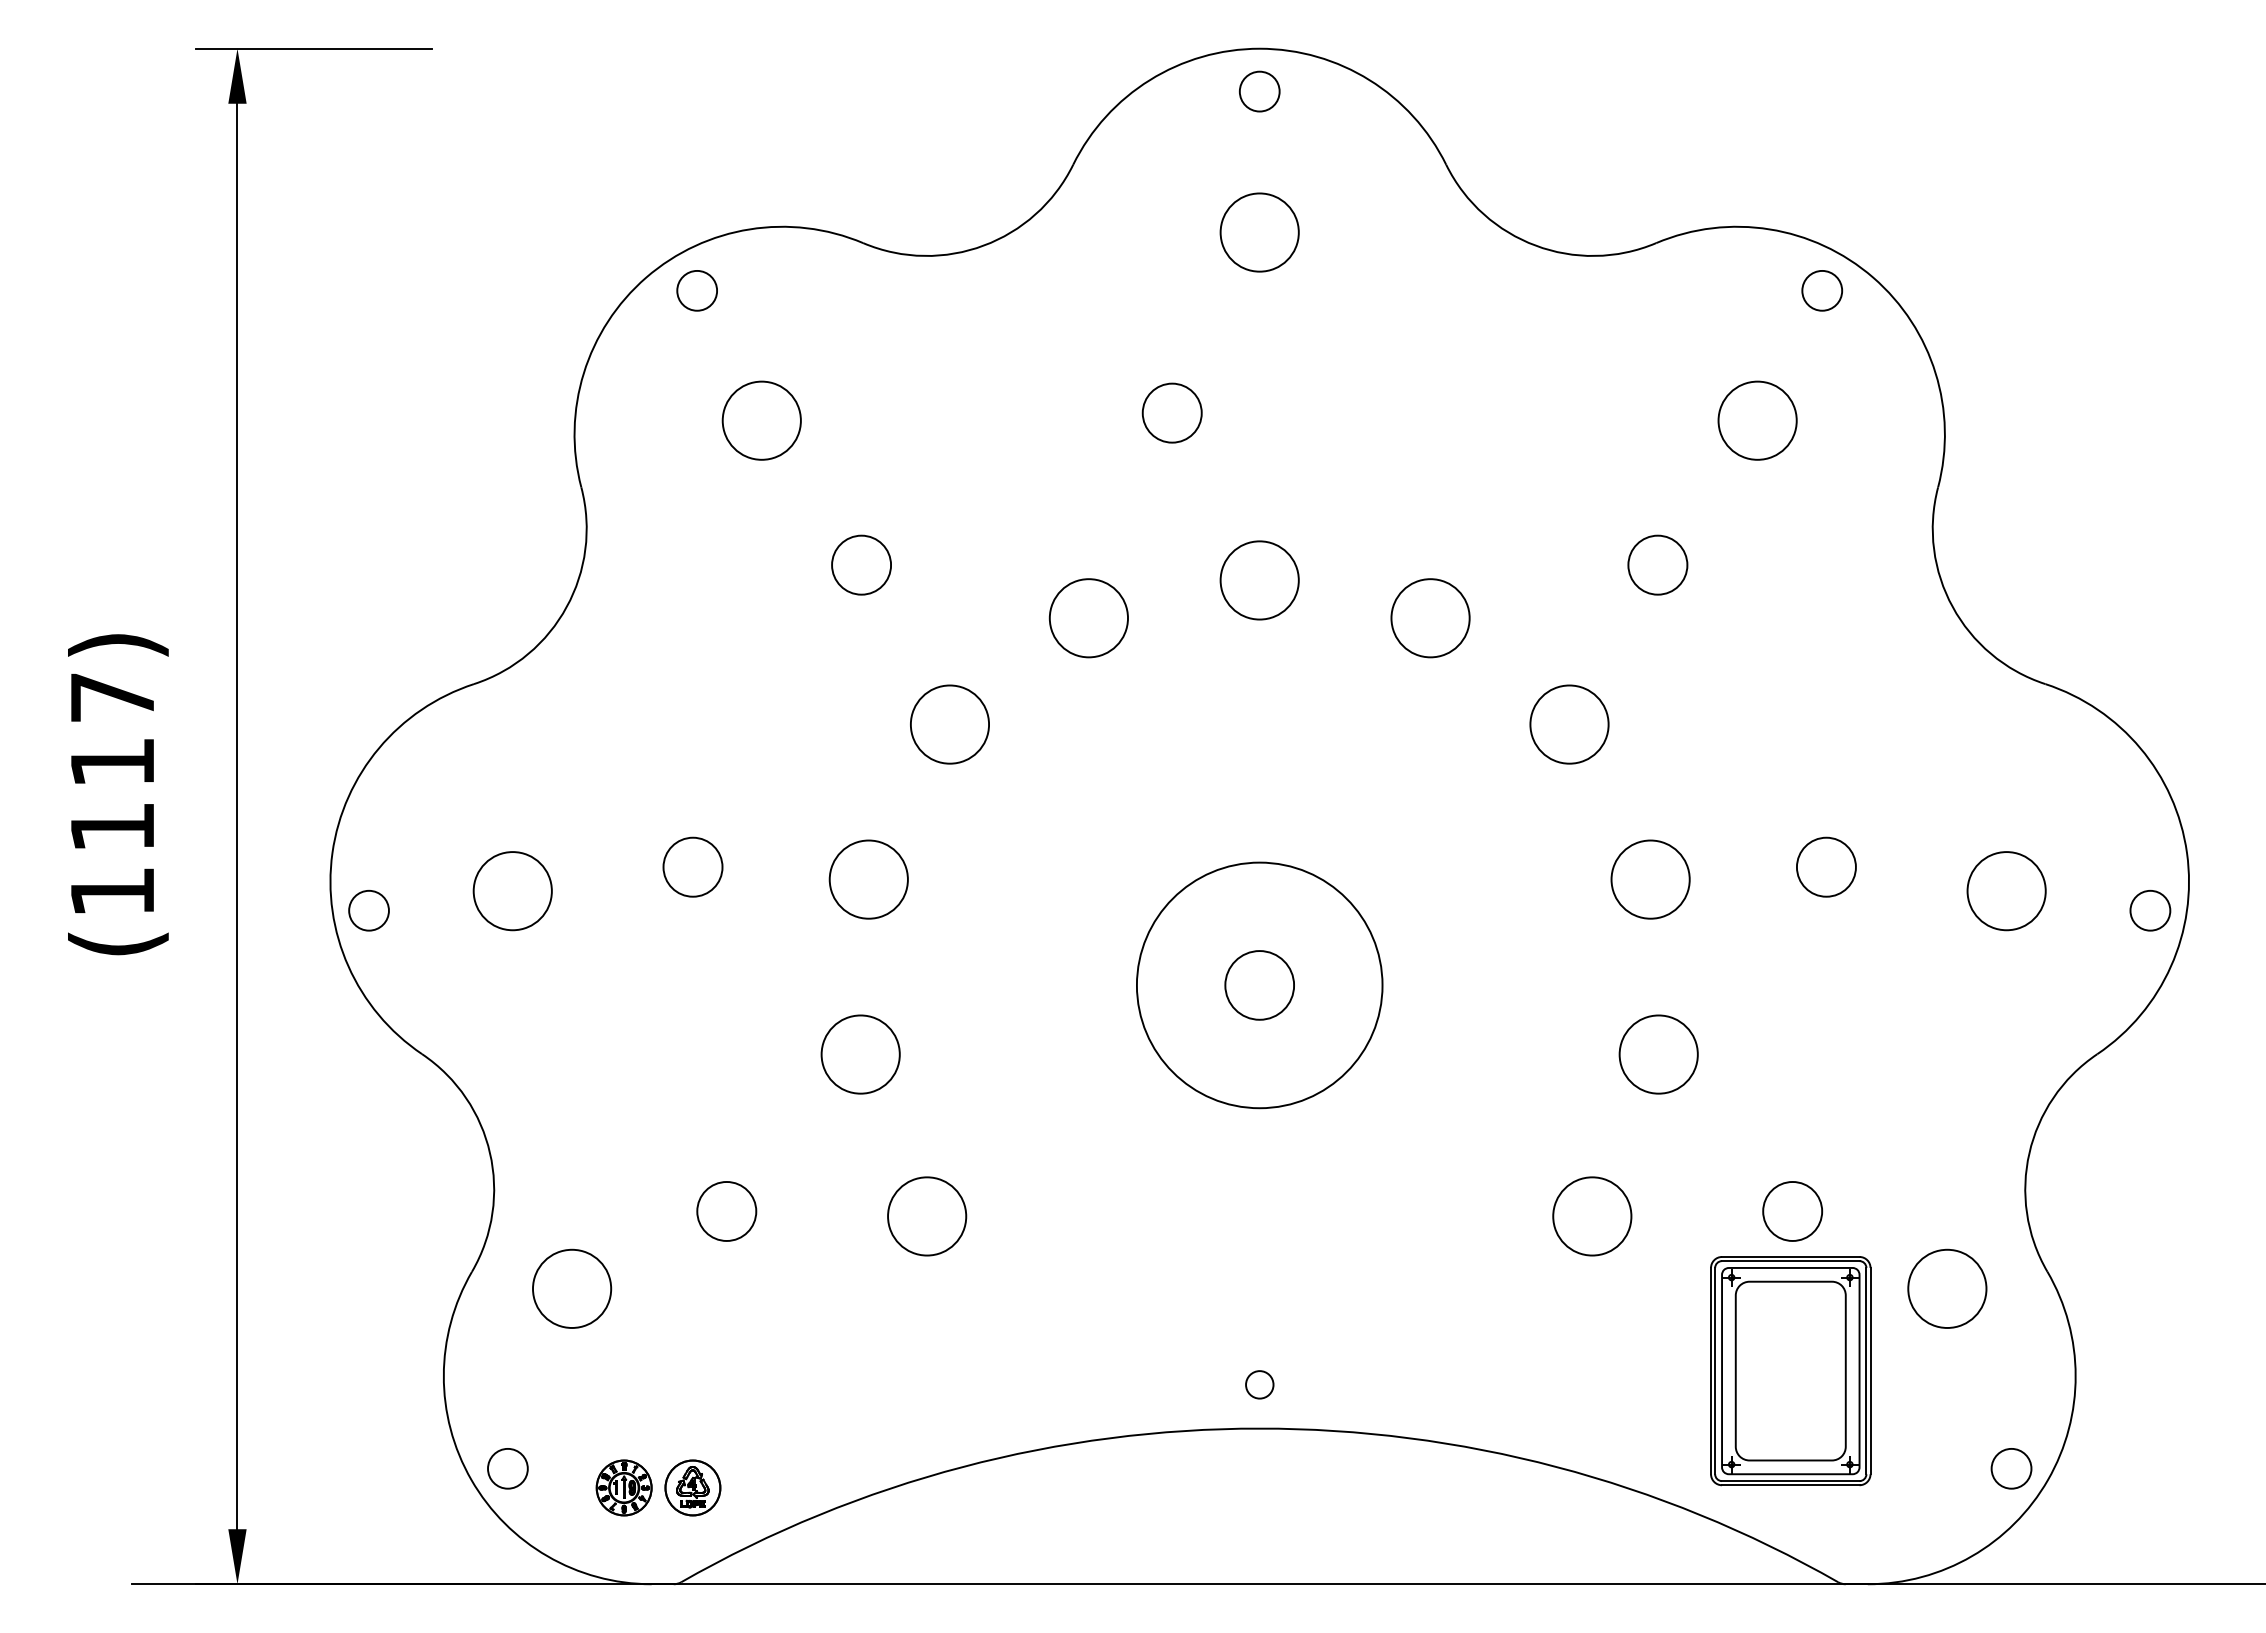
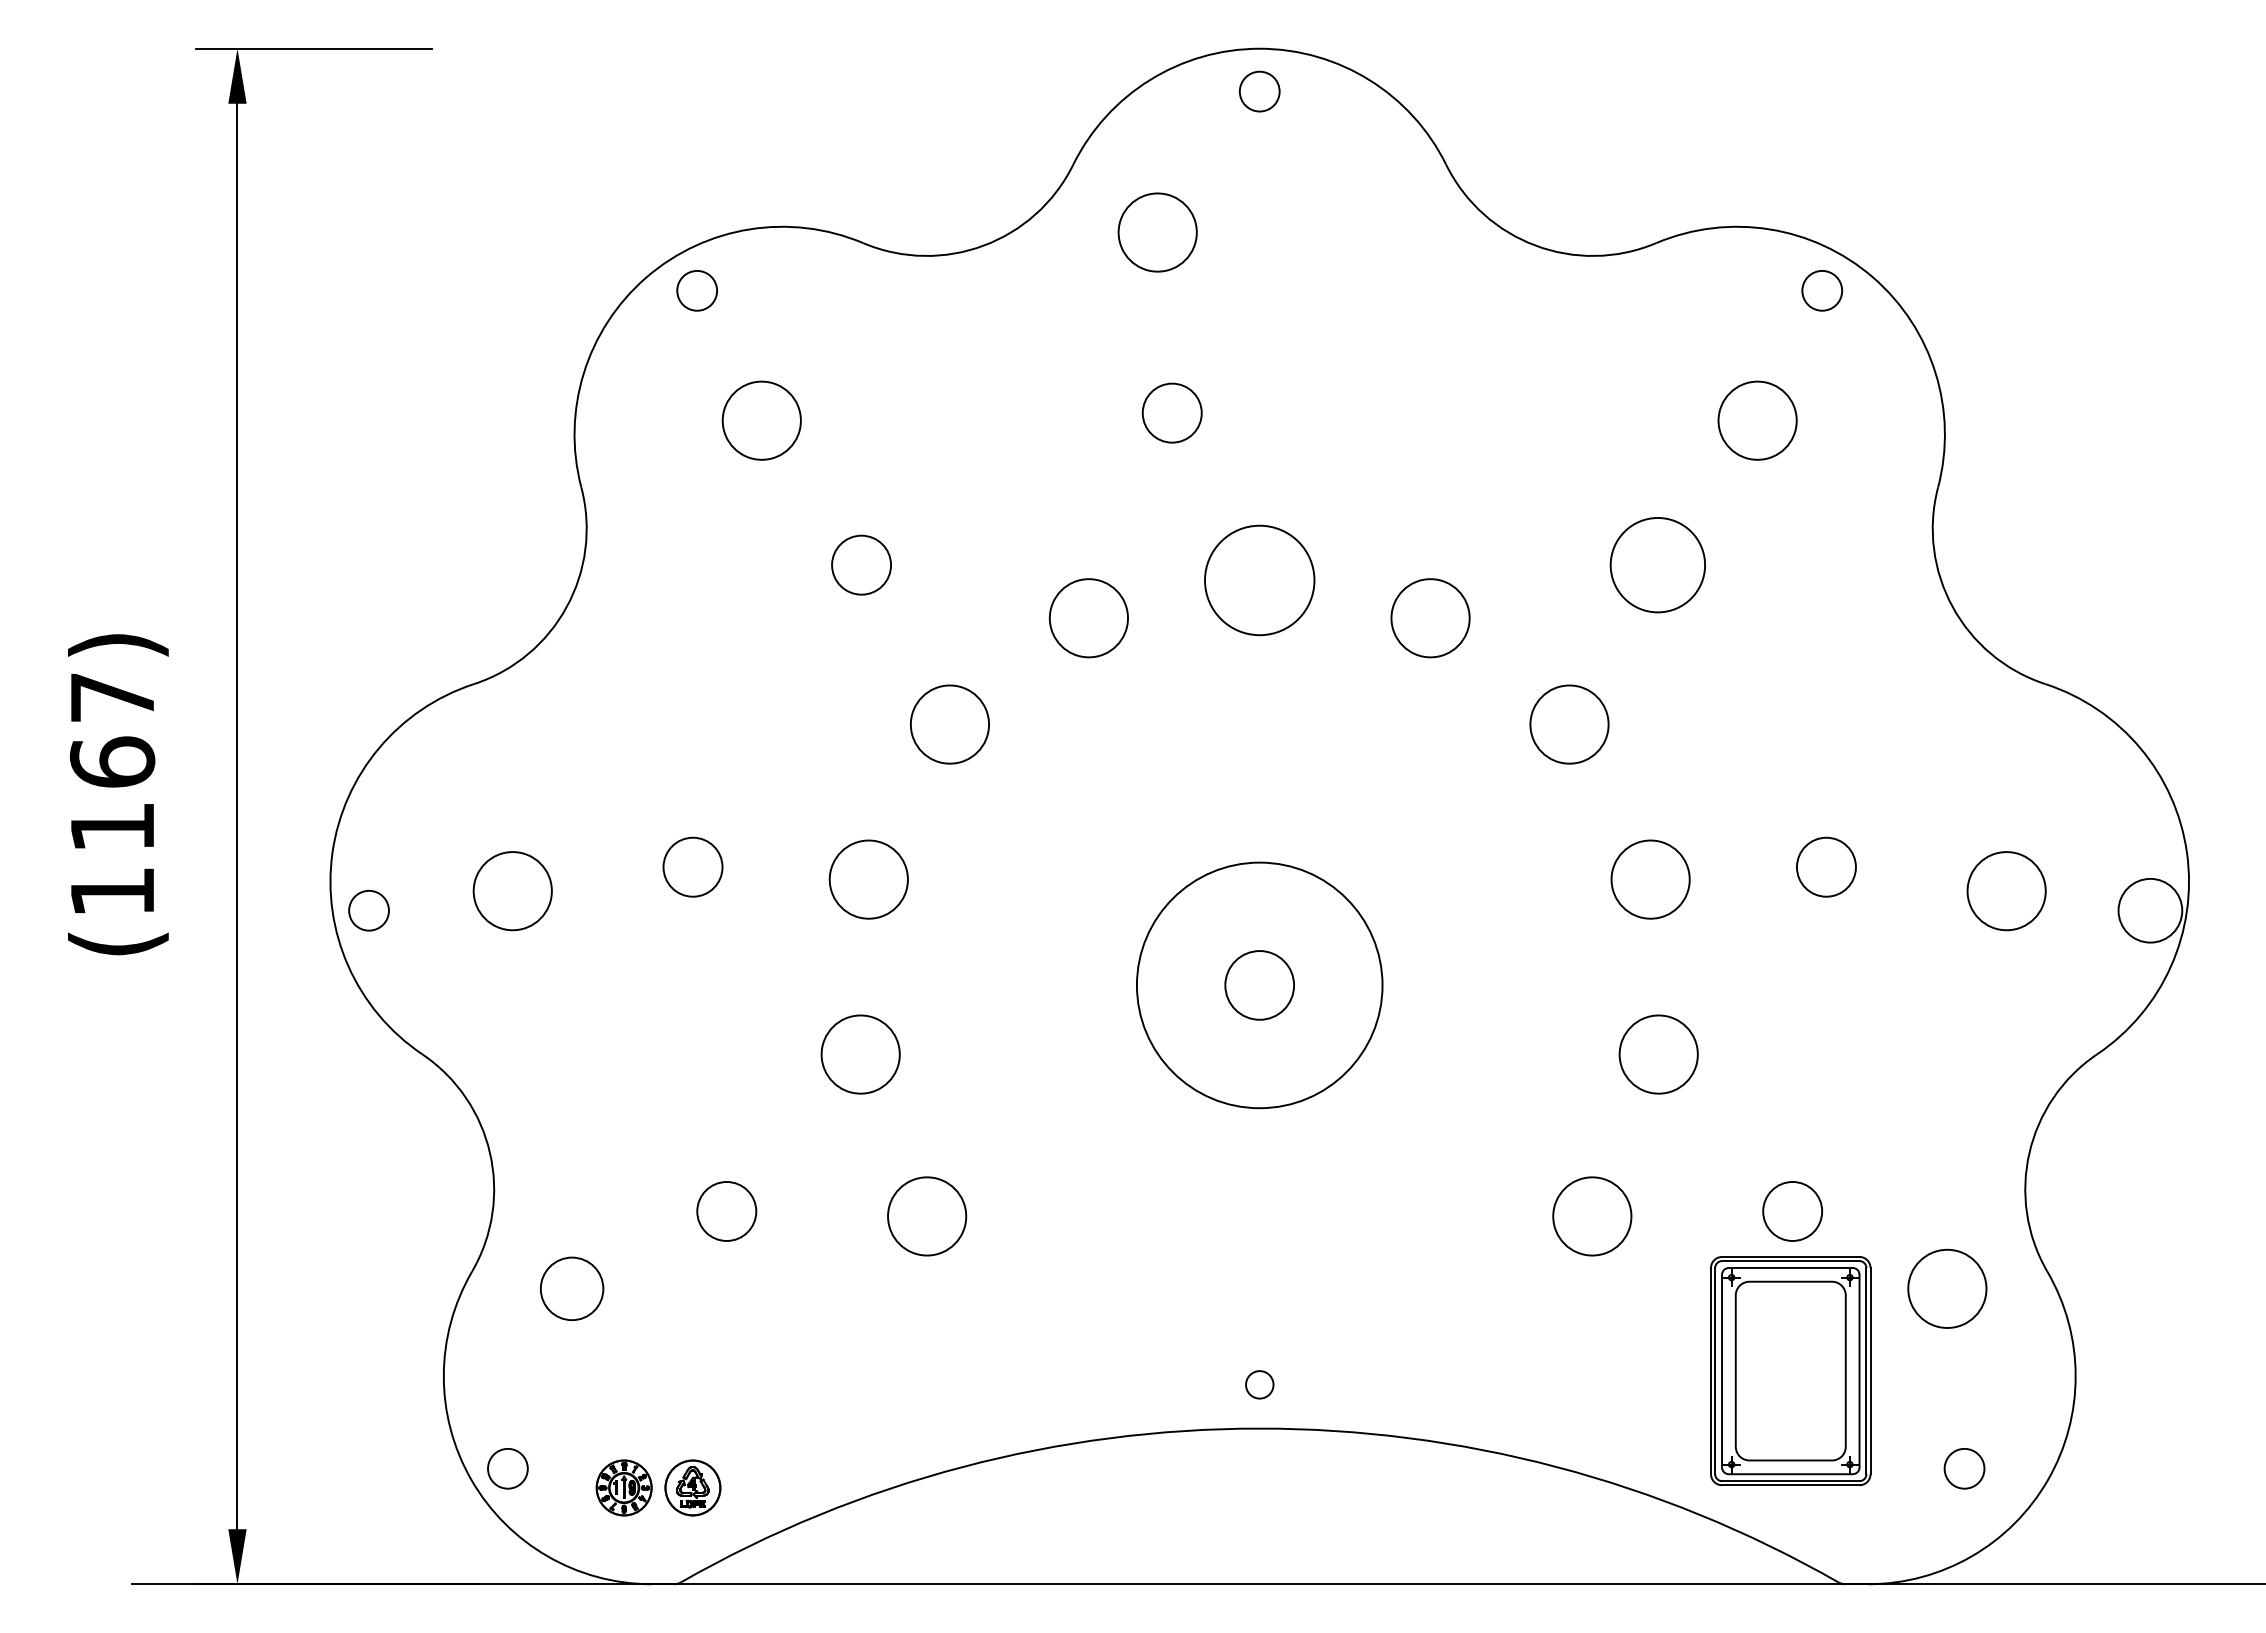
circle at (1259, 232) position: (1259, 232) -> (1157, 232)
circle at (1657, 564) diameter: 59 px -> 94 px
circle at (1259, 580) diameter: 78 px -> 109 px
text at (112, 761): (1117) -> (1167)
circle at (2150, 910) diameter: 40 px -> 64 px
circle at (572, 1288) diameter: 78 px -> 63 px
circle at (2011, 1468) position: (2011, 1468) -> (1964, 1468)
